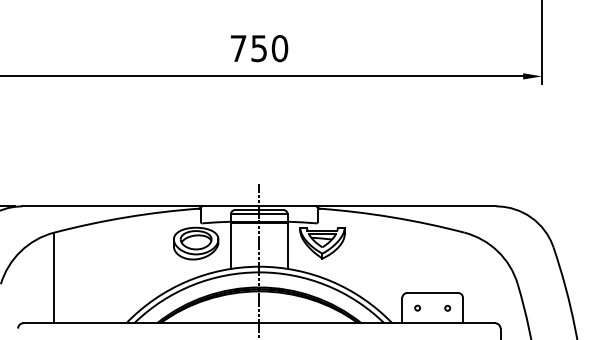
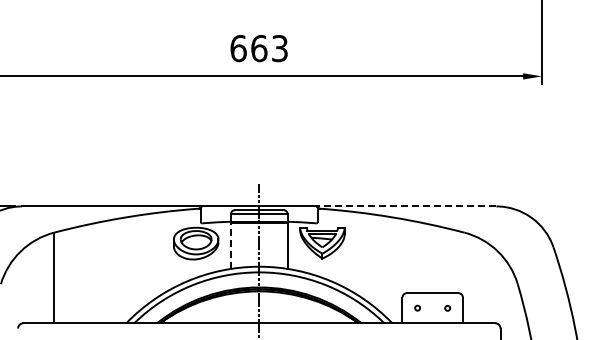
text at (259, 48): 750 -> 663
line at (405, 206): solid -> dashed
line at (231, 245): solid -> dashed
